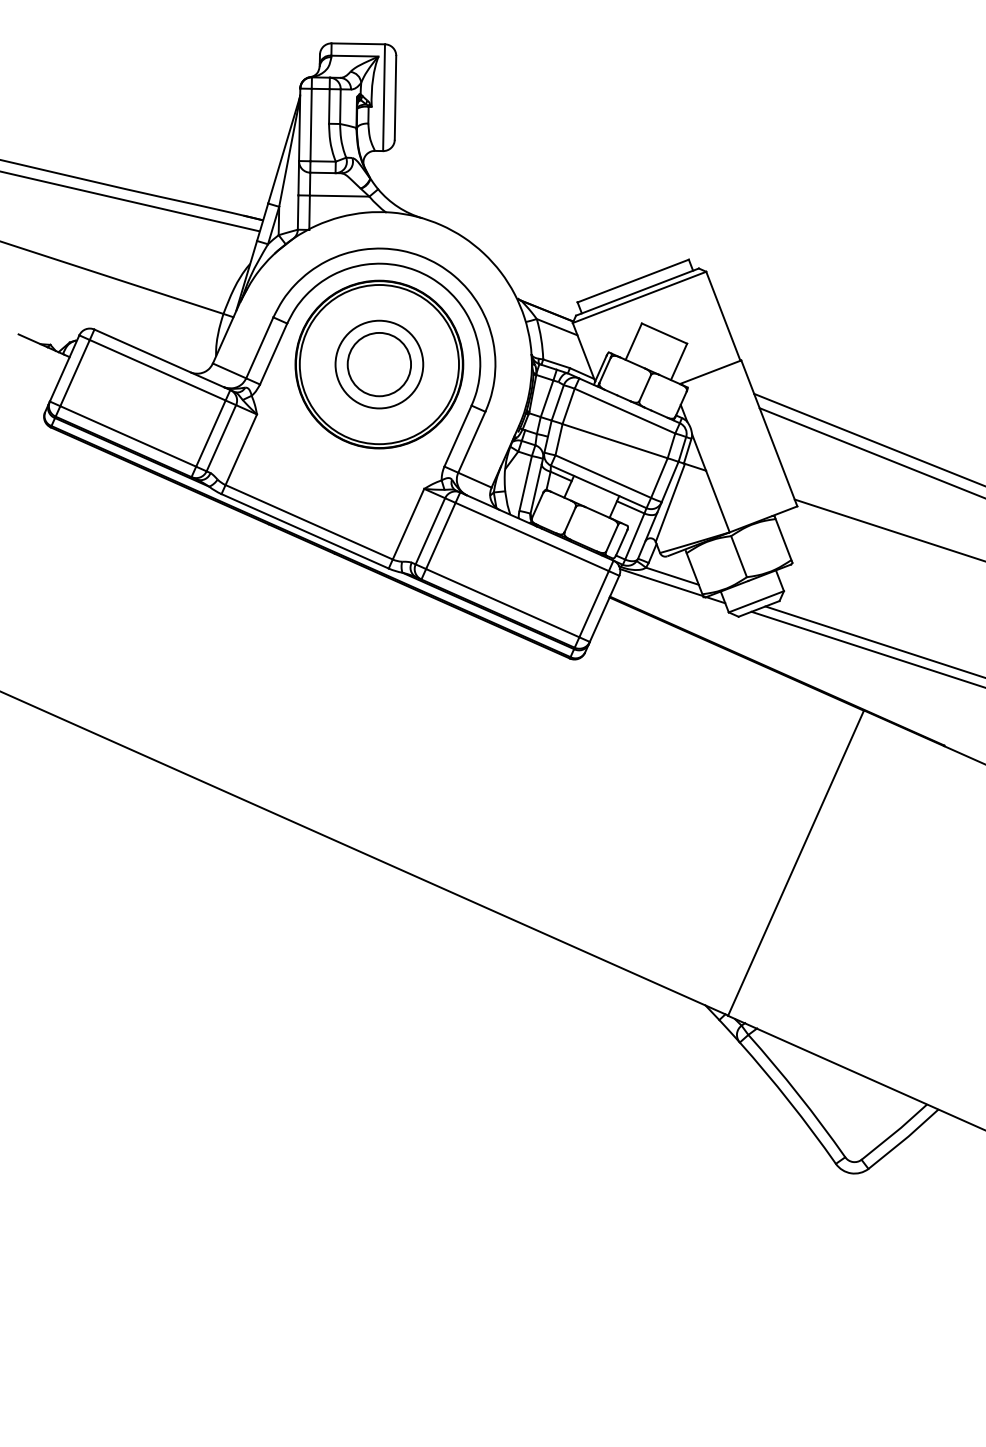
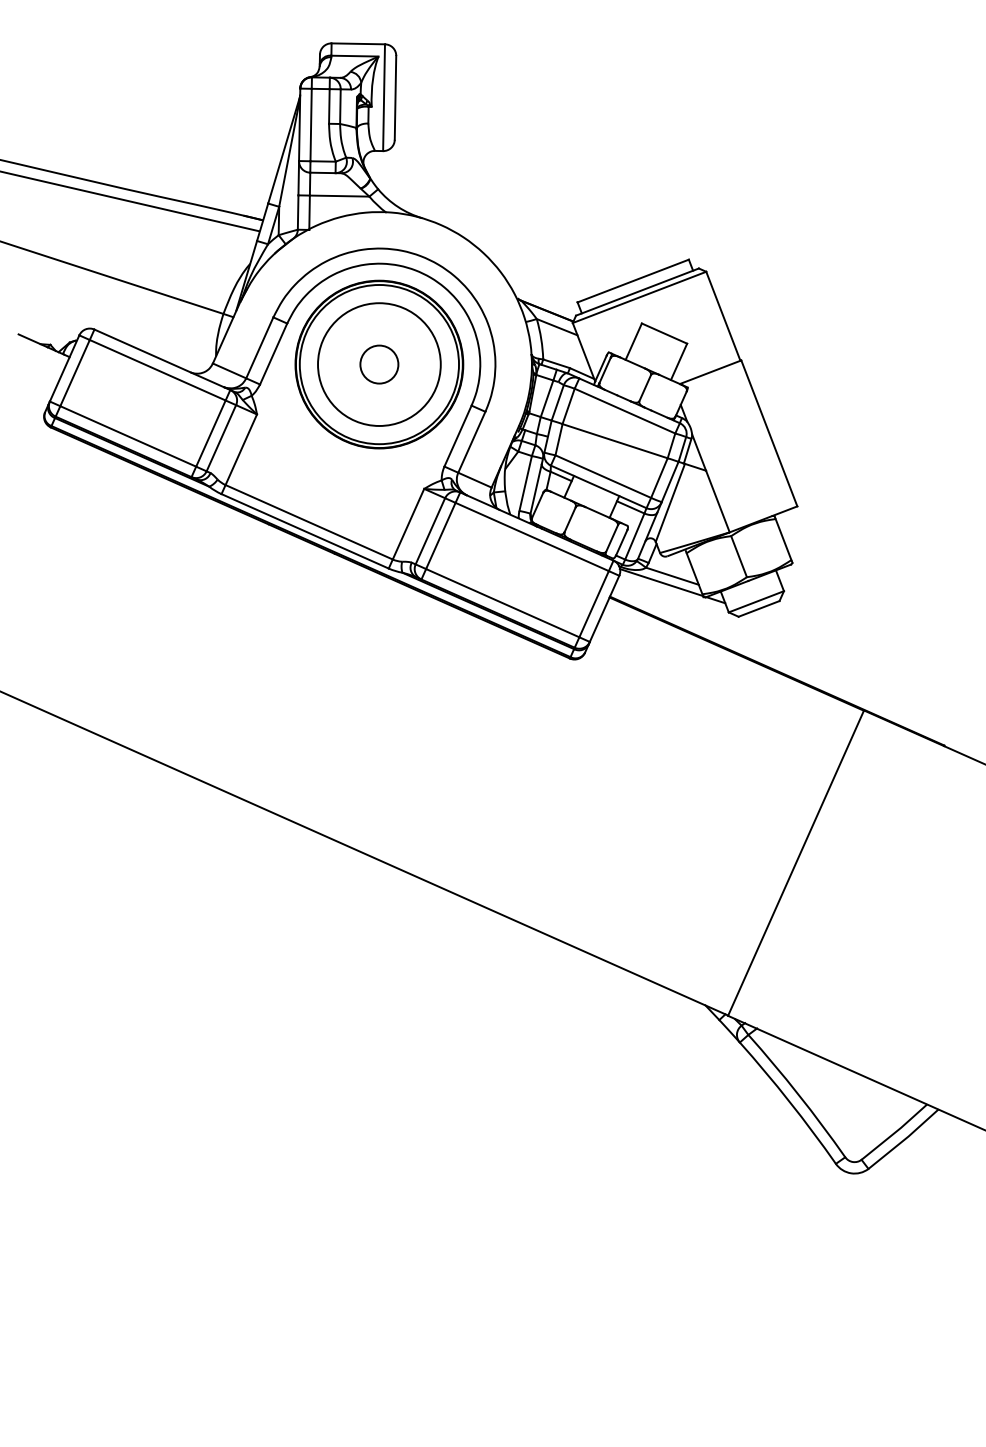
circle at (379, 364) diameter: 63 px -> 38 px
circle at (379, 364) diameter: 88 px -> 123 px
line at (868, 439): present -> none
line at (870, 452): present -> none
line at (888, 529): present -> none
line at (873, 641): present -> none
line at (866, 648): present -> none
